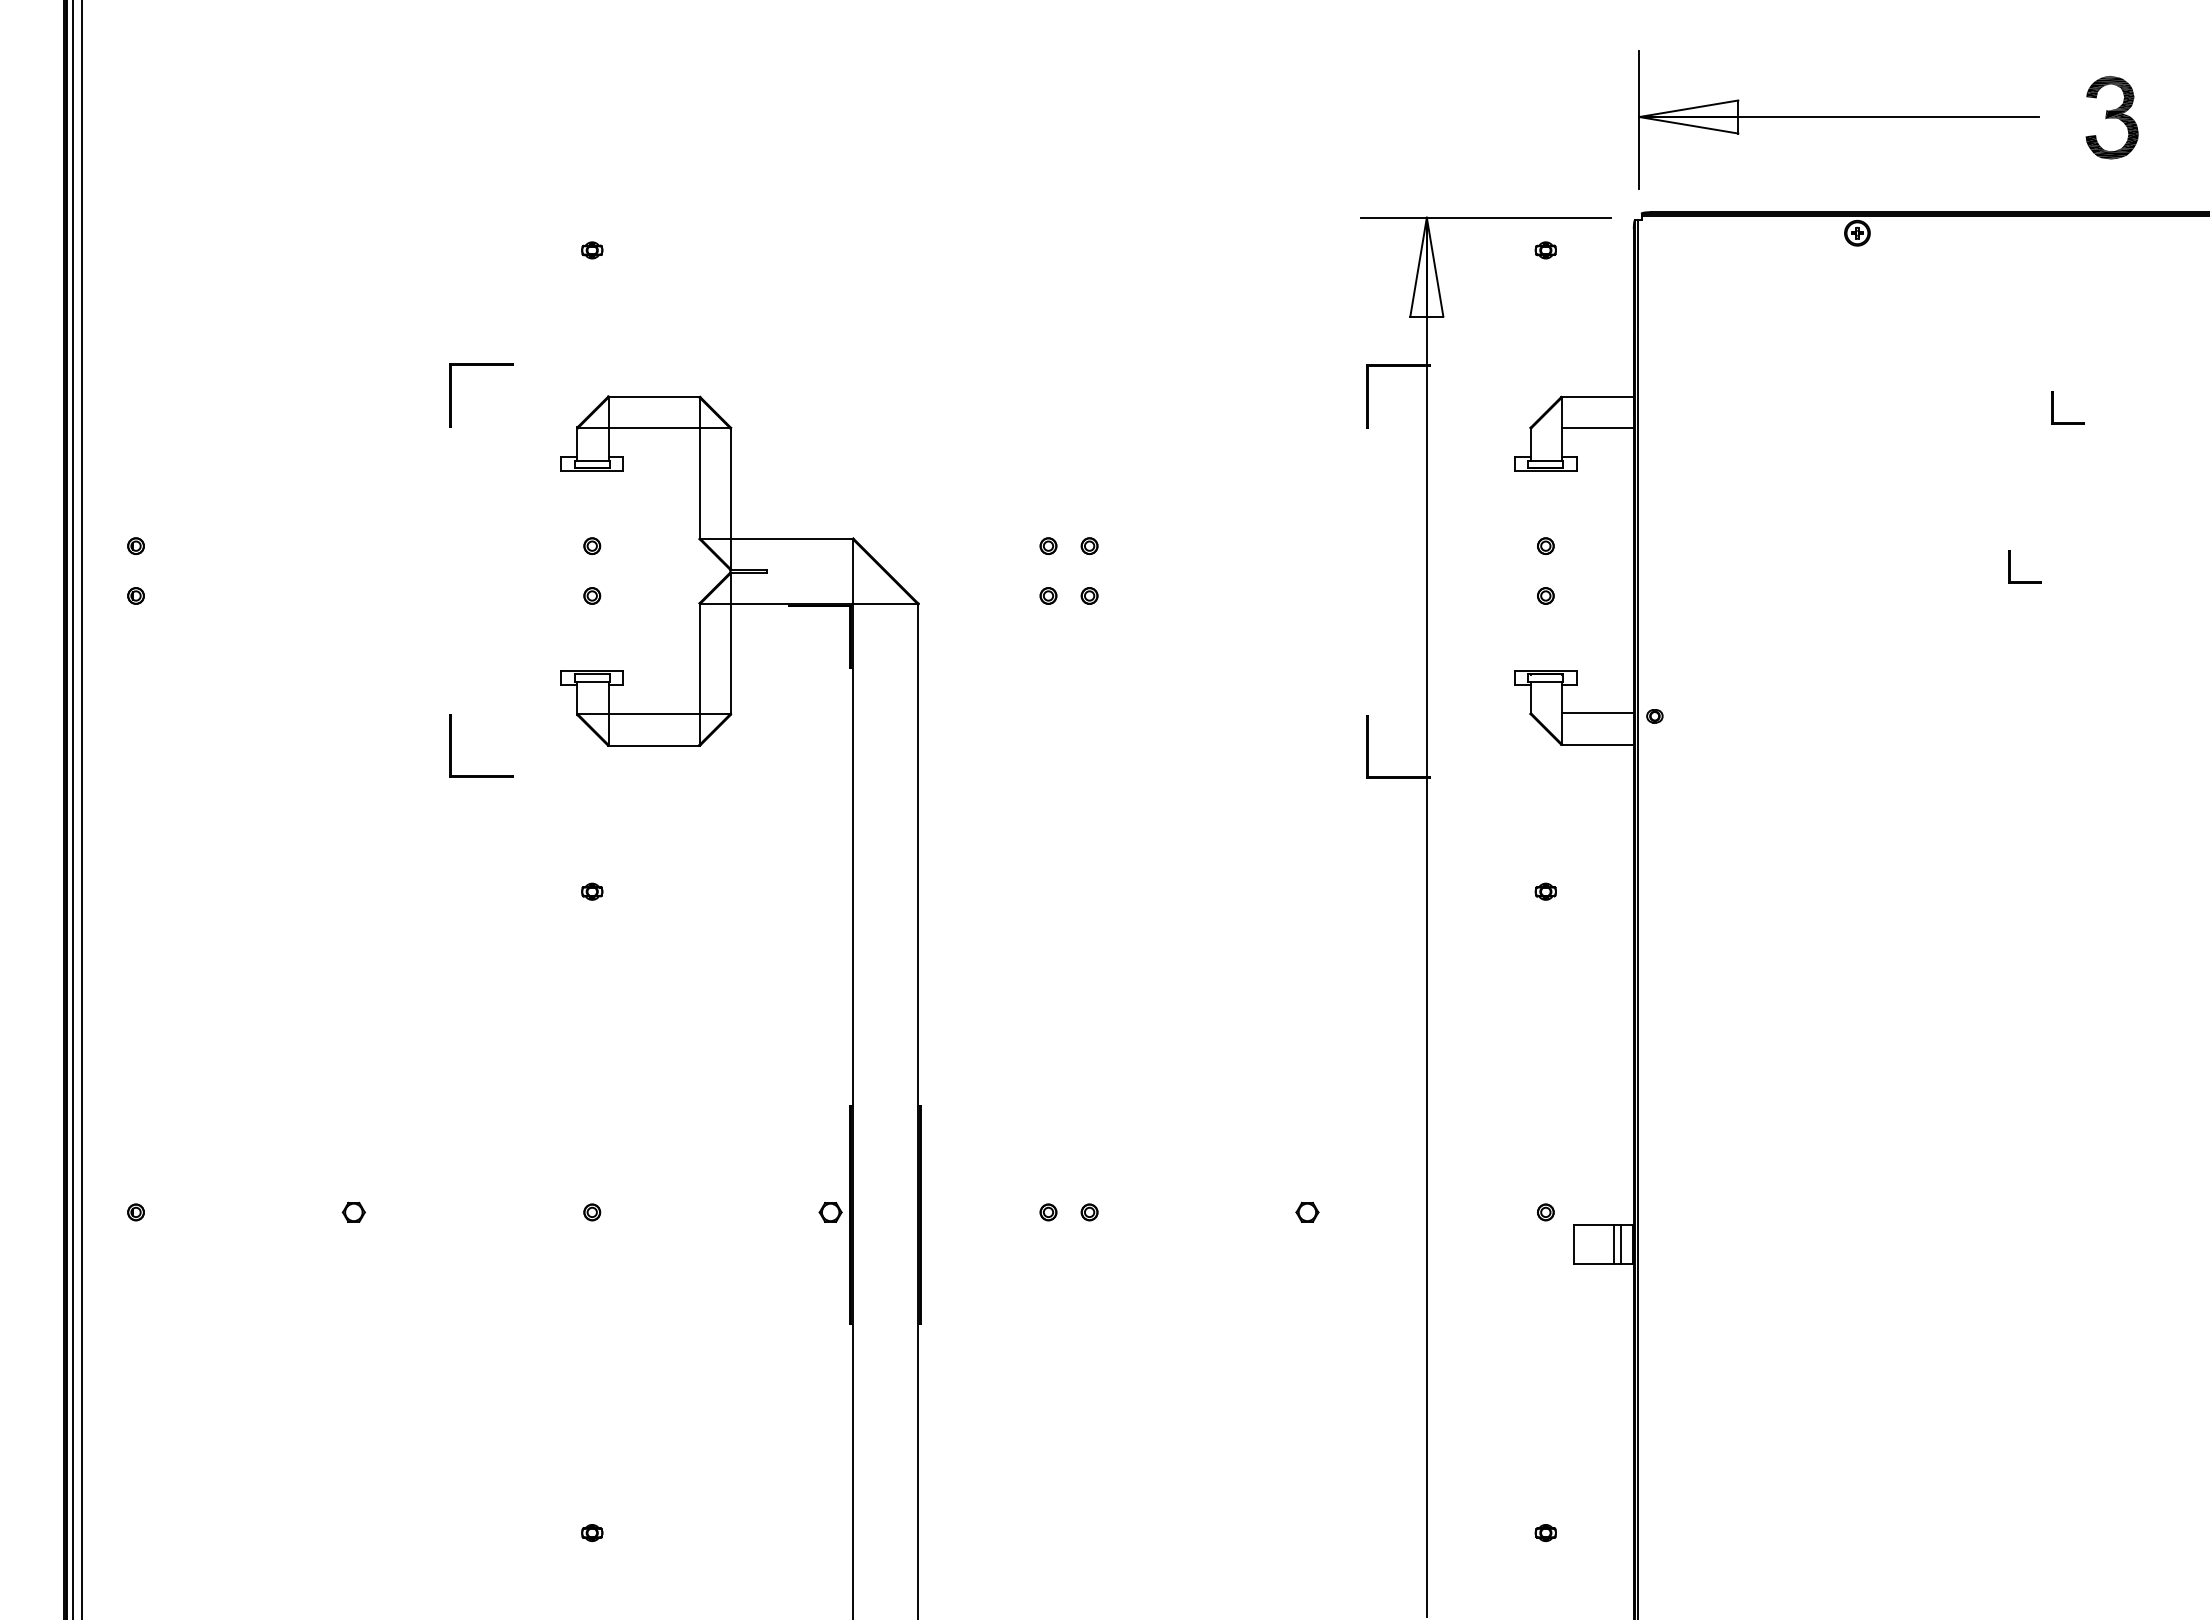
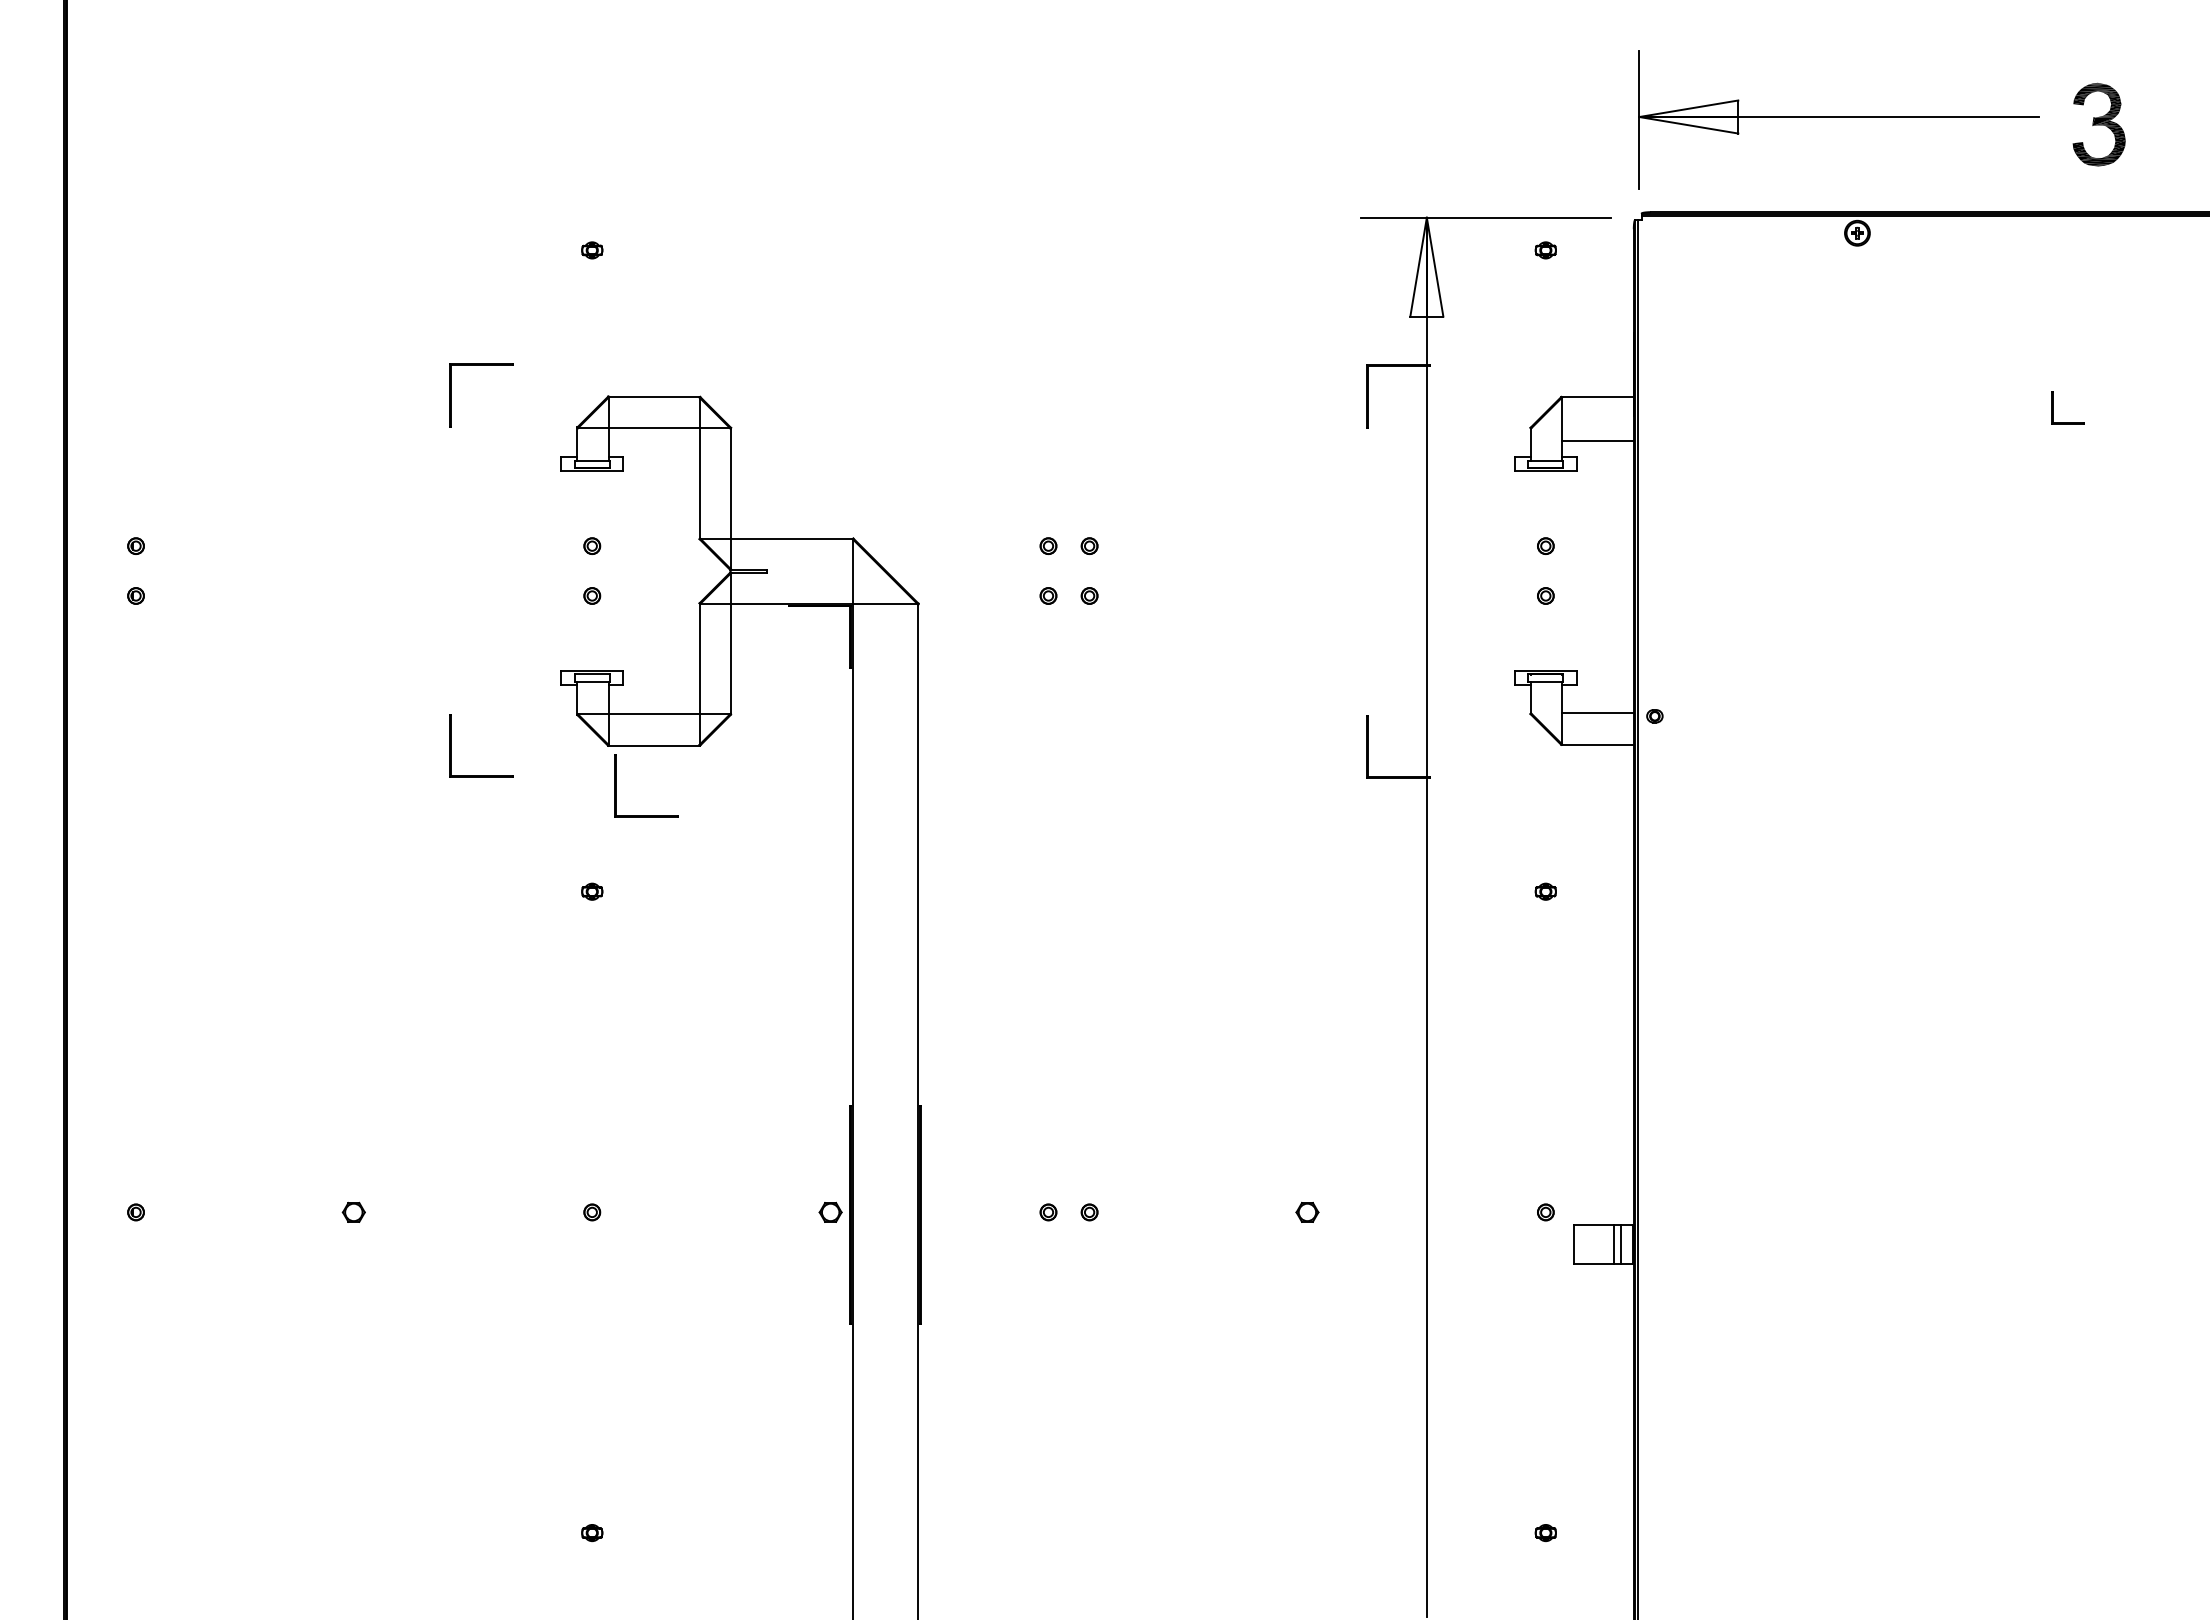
part at (2111, 117) position: (2111, 117) -> (2098, 124)
line at (1597, 428) position: (1597, 428) -> (1597, 441)
part at (2010, 566): present -> none
part at (616, 785): none -> present
line at (72, 809): present -> none
line at (82, 809): present -> none
